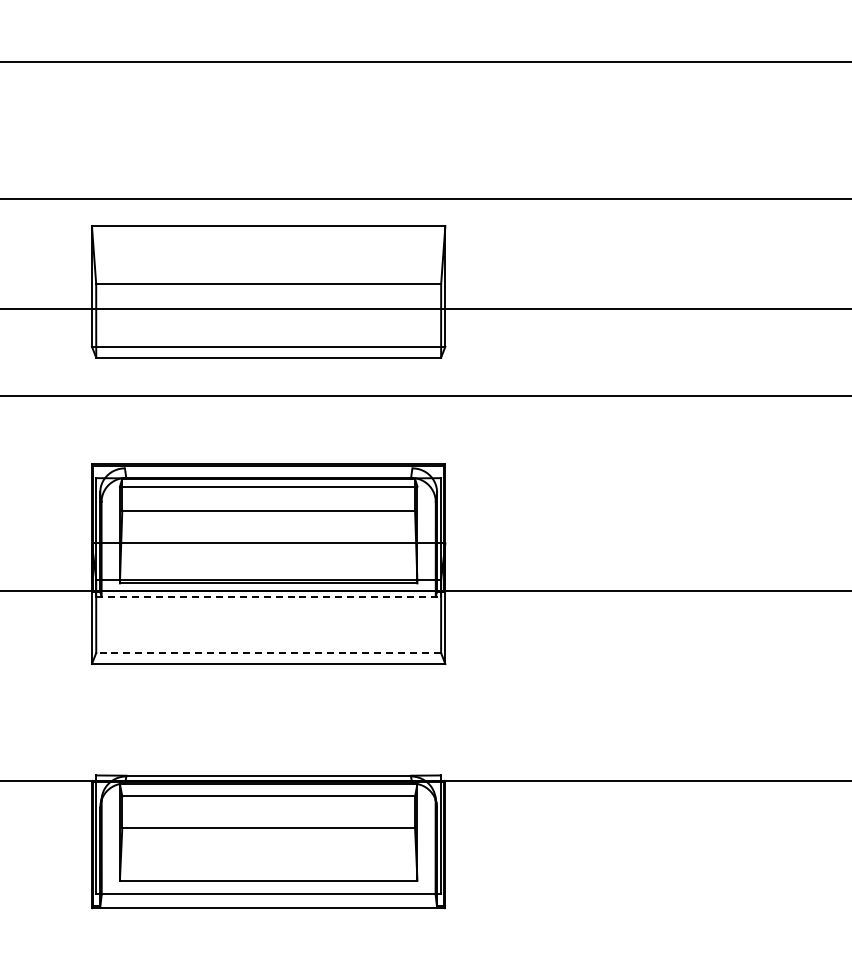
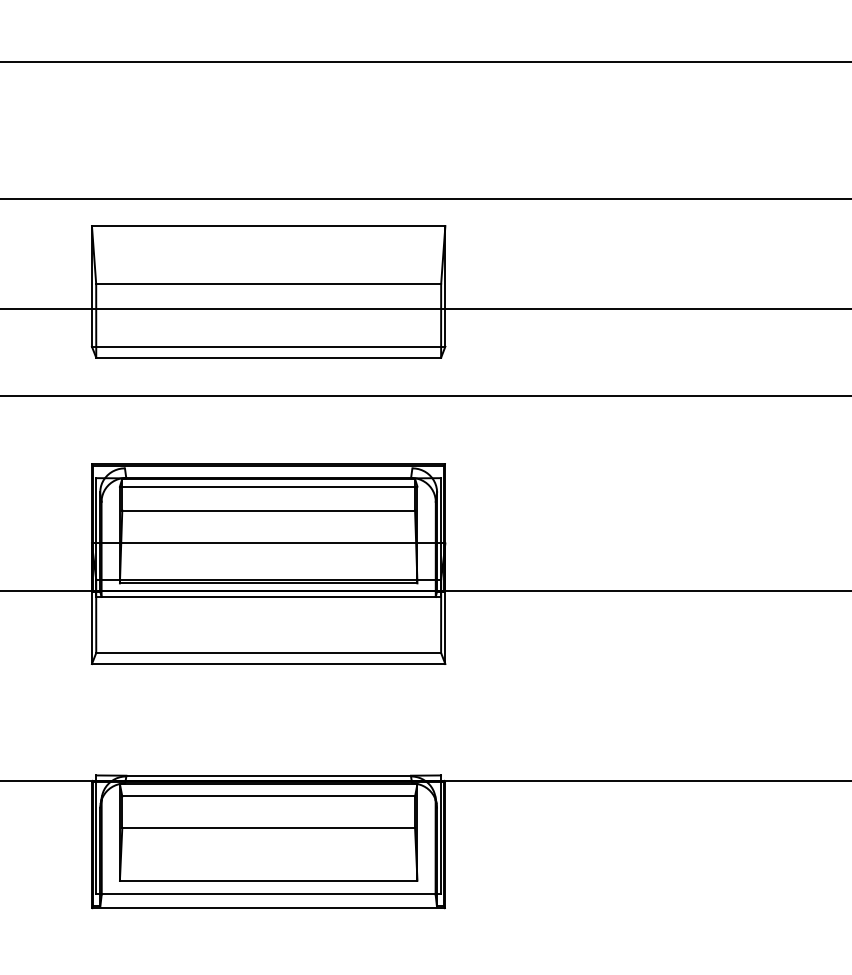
line at (269, 597): dashed -> solid
line at (268, 653): dashed -> solid
